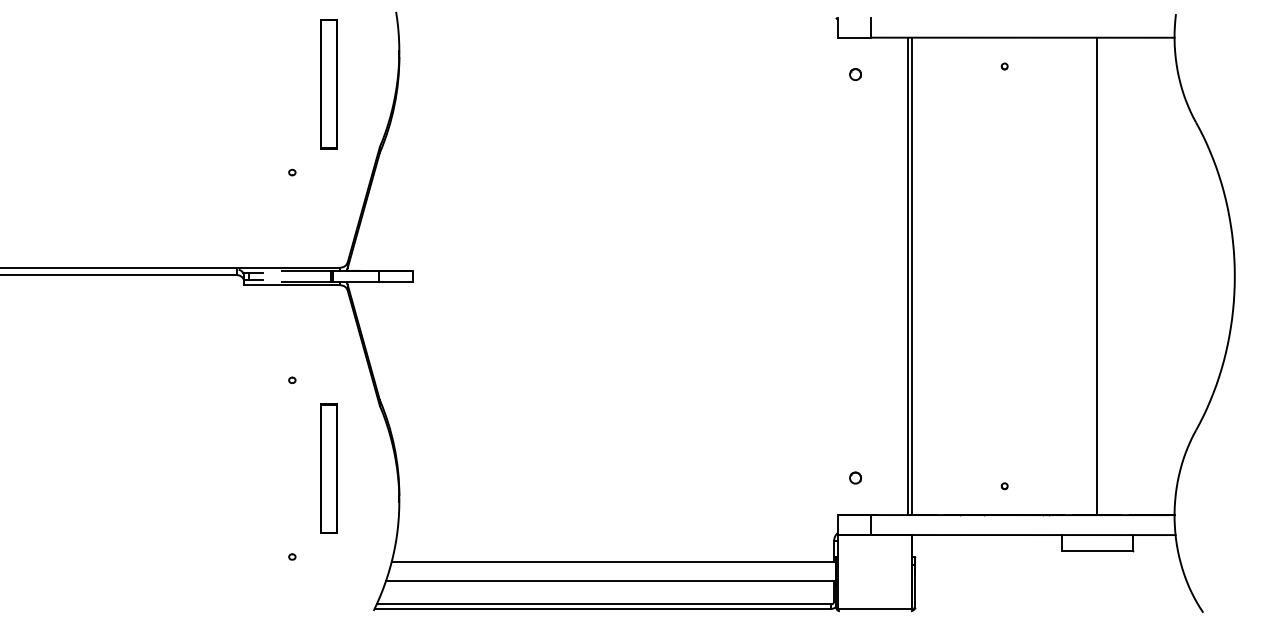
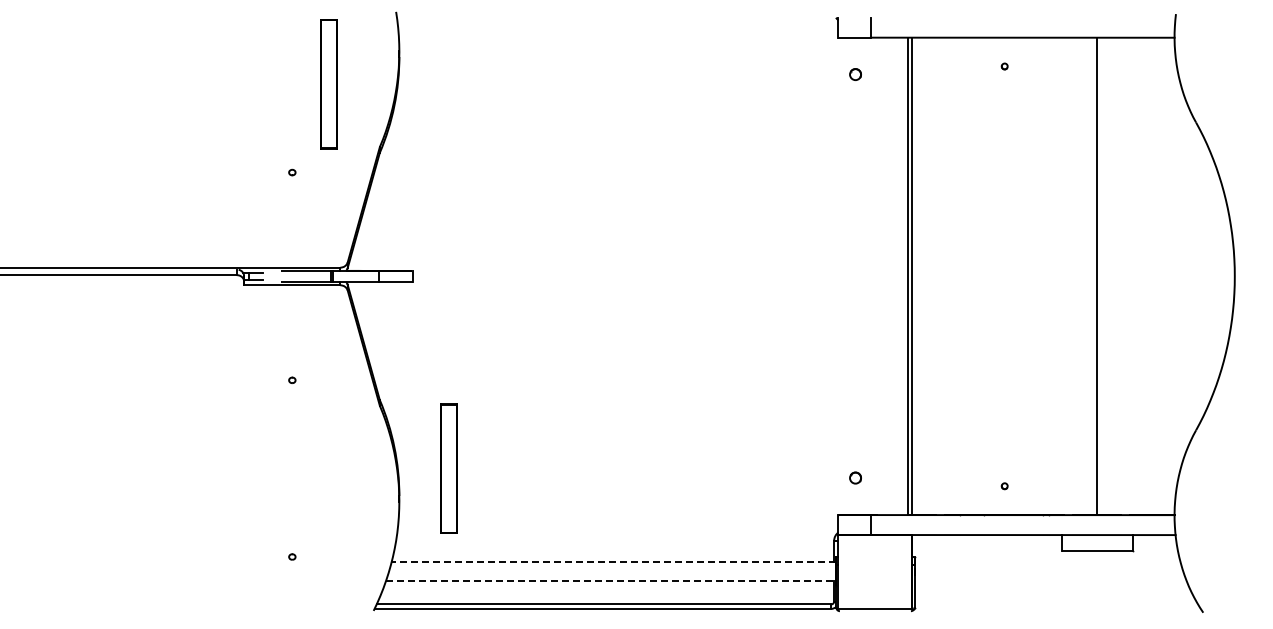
part at (328, 468) position: (328, 468) -> (448, 468)
line at (613, 561): solid -> dashed
line at (610, 581): solid -> dashed
